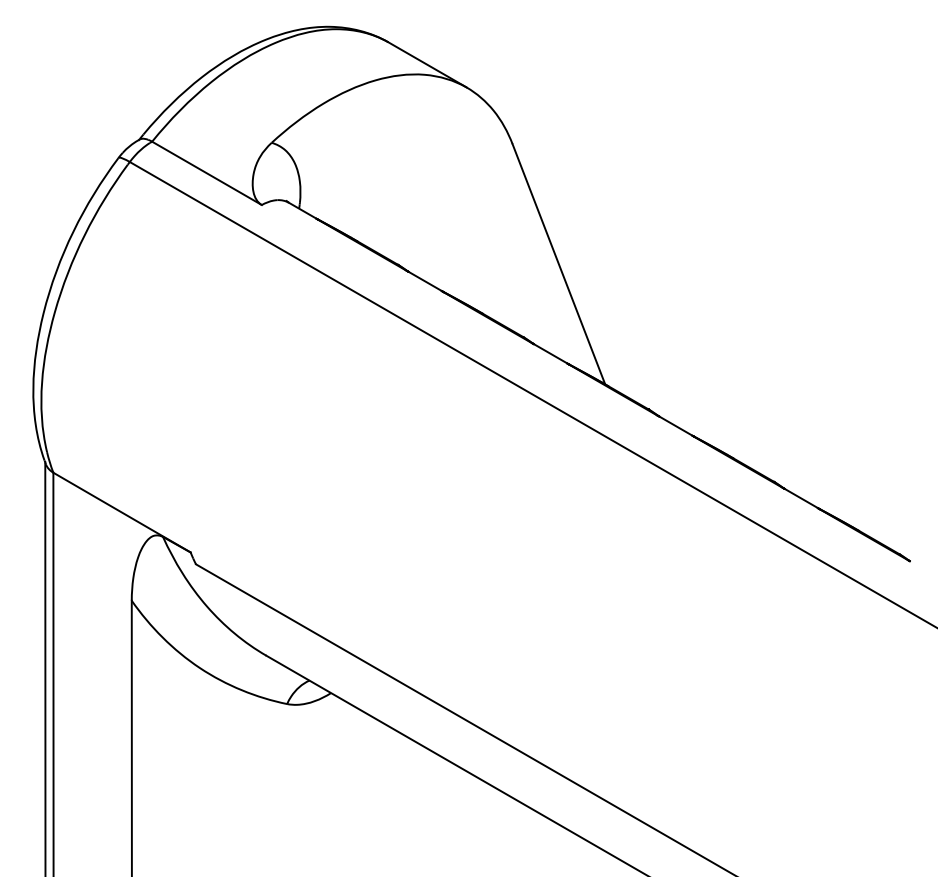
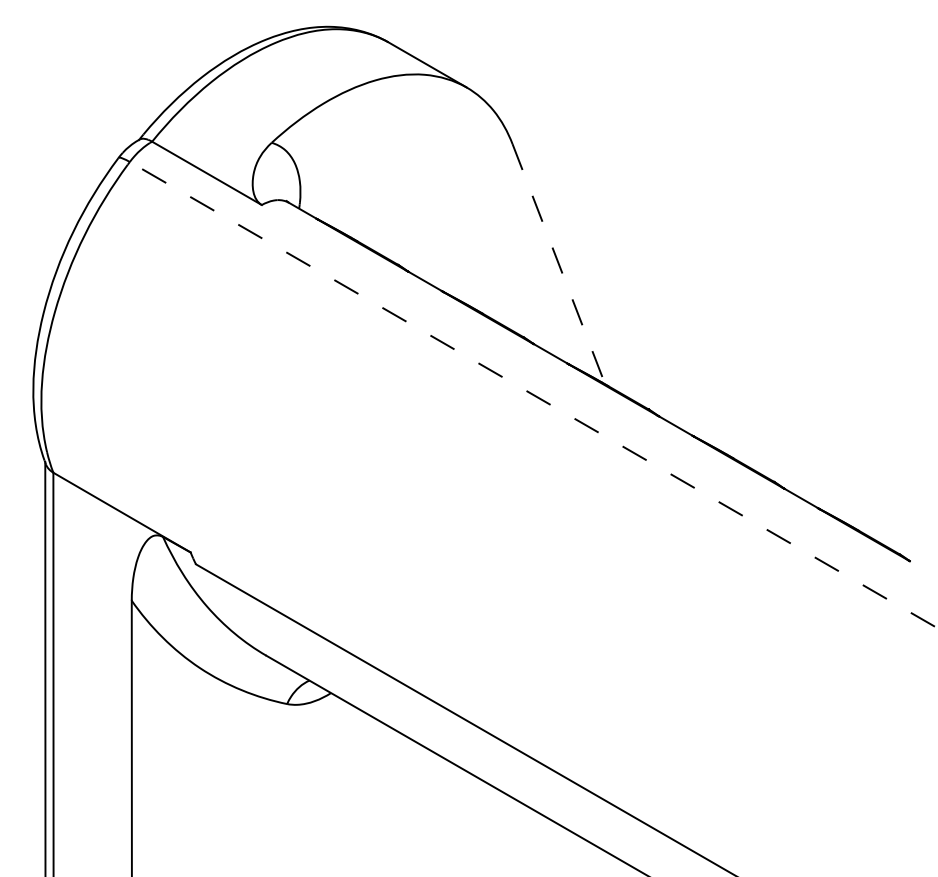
line at (558, 264): solid -> dashed
line at (533, 394): solid -> dashed
